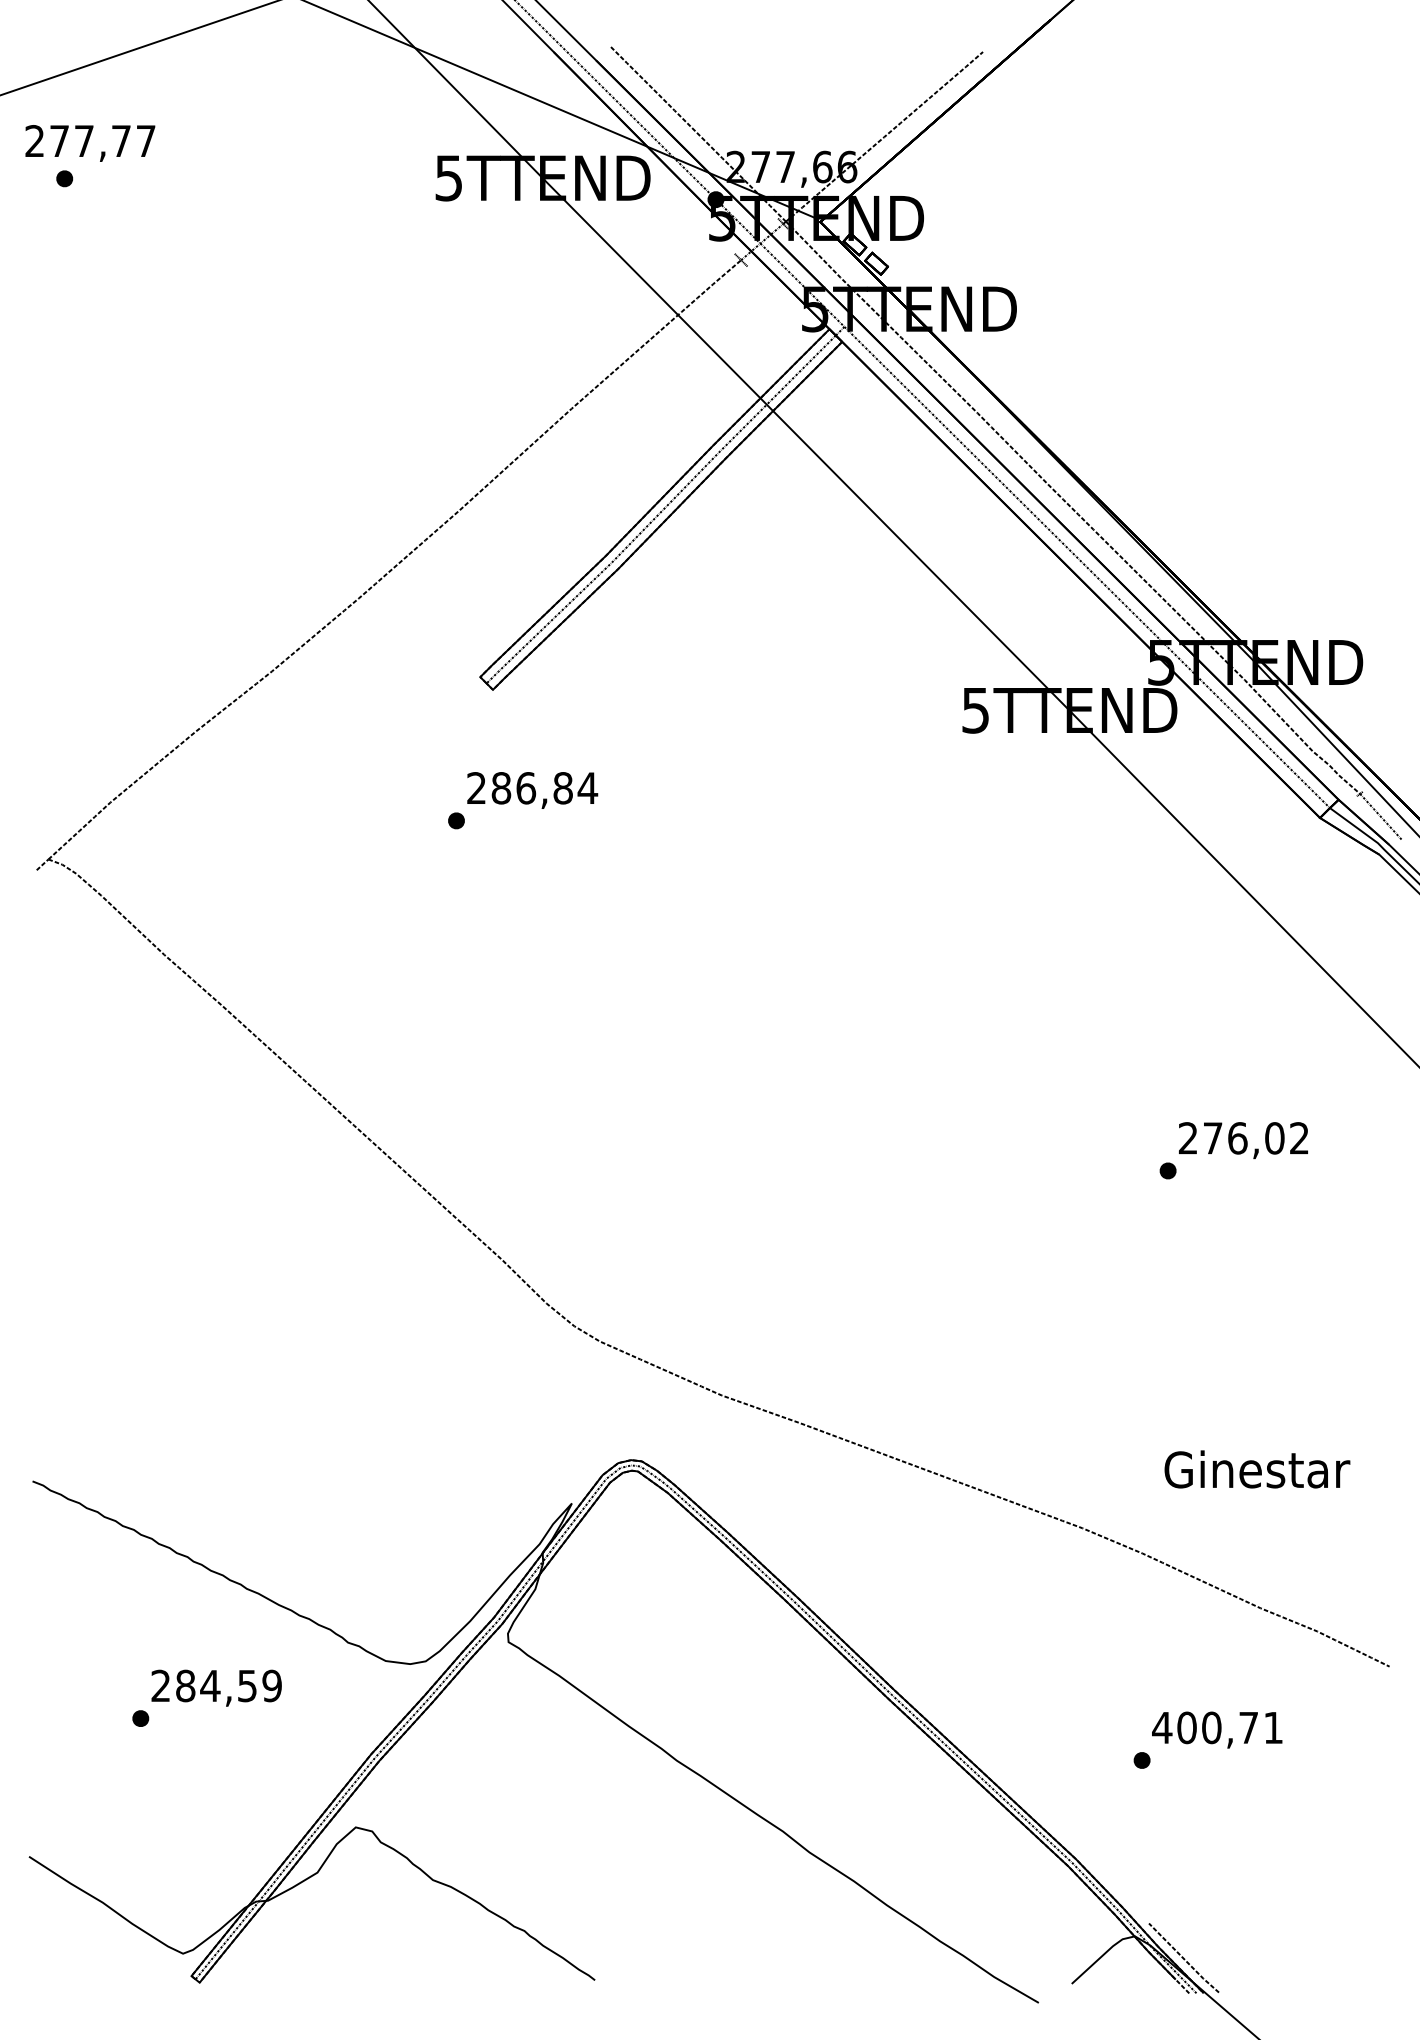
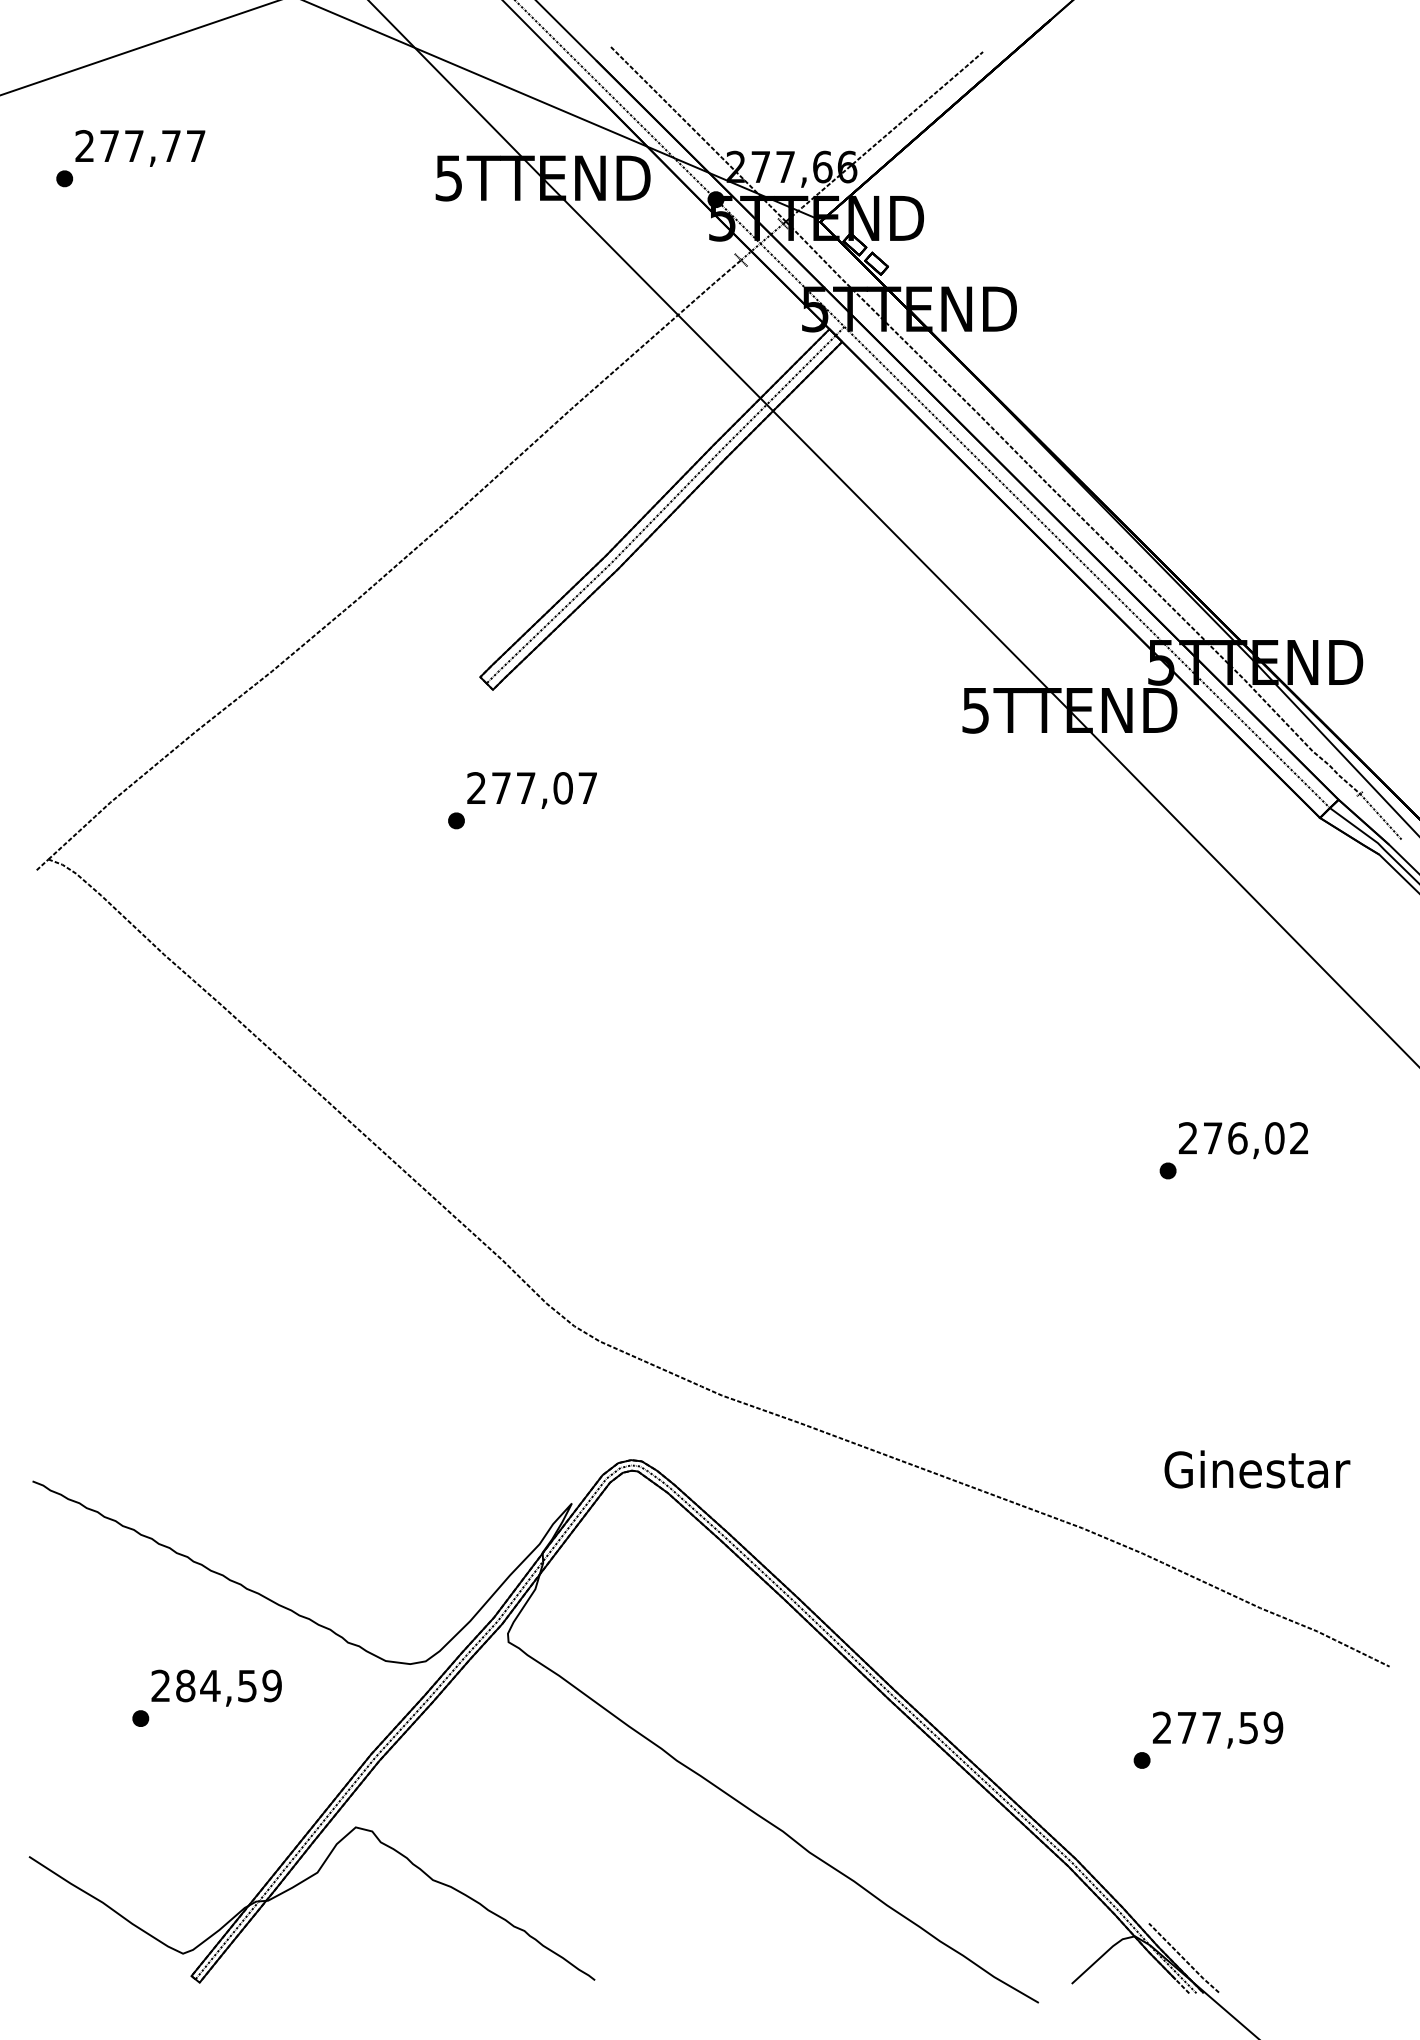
text at (90, 143) position: (90, 143) -> (140, 148)
text at (544, 788): 286,84 -> 277,07
text at (1217, 1727): 400,71 -> 277,59
